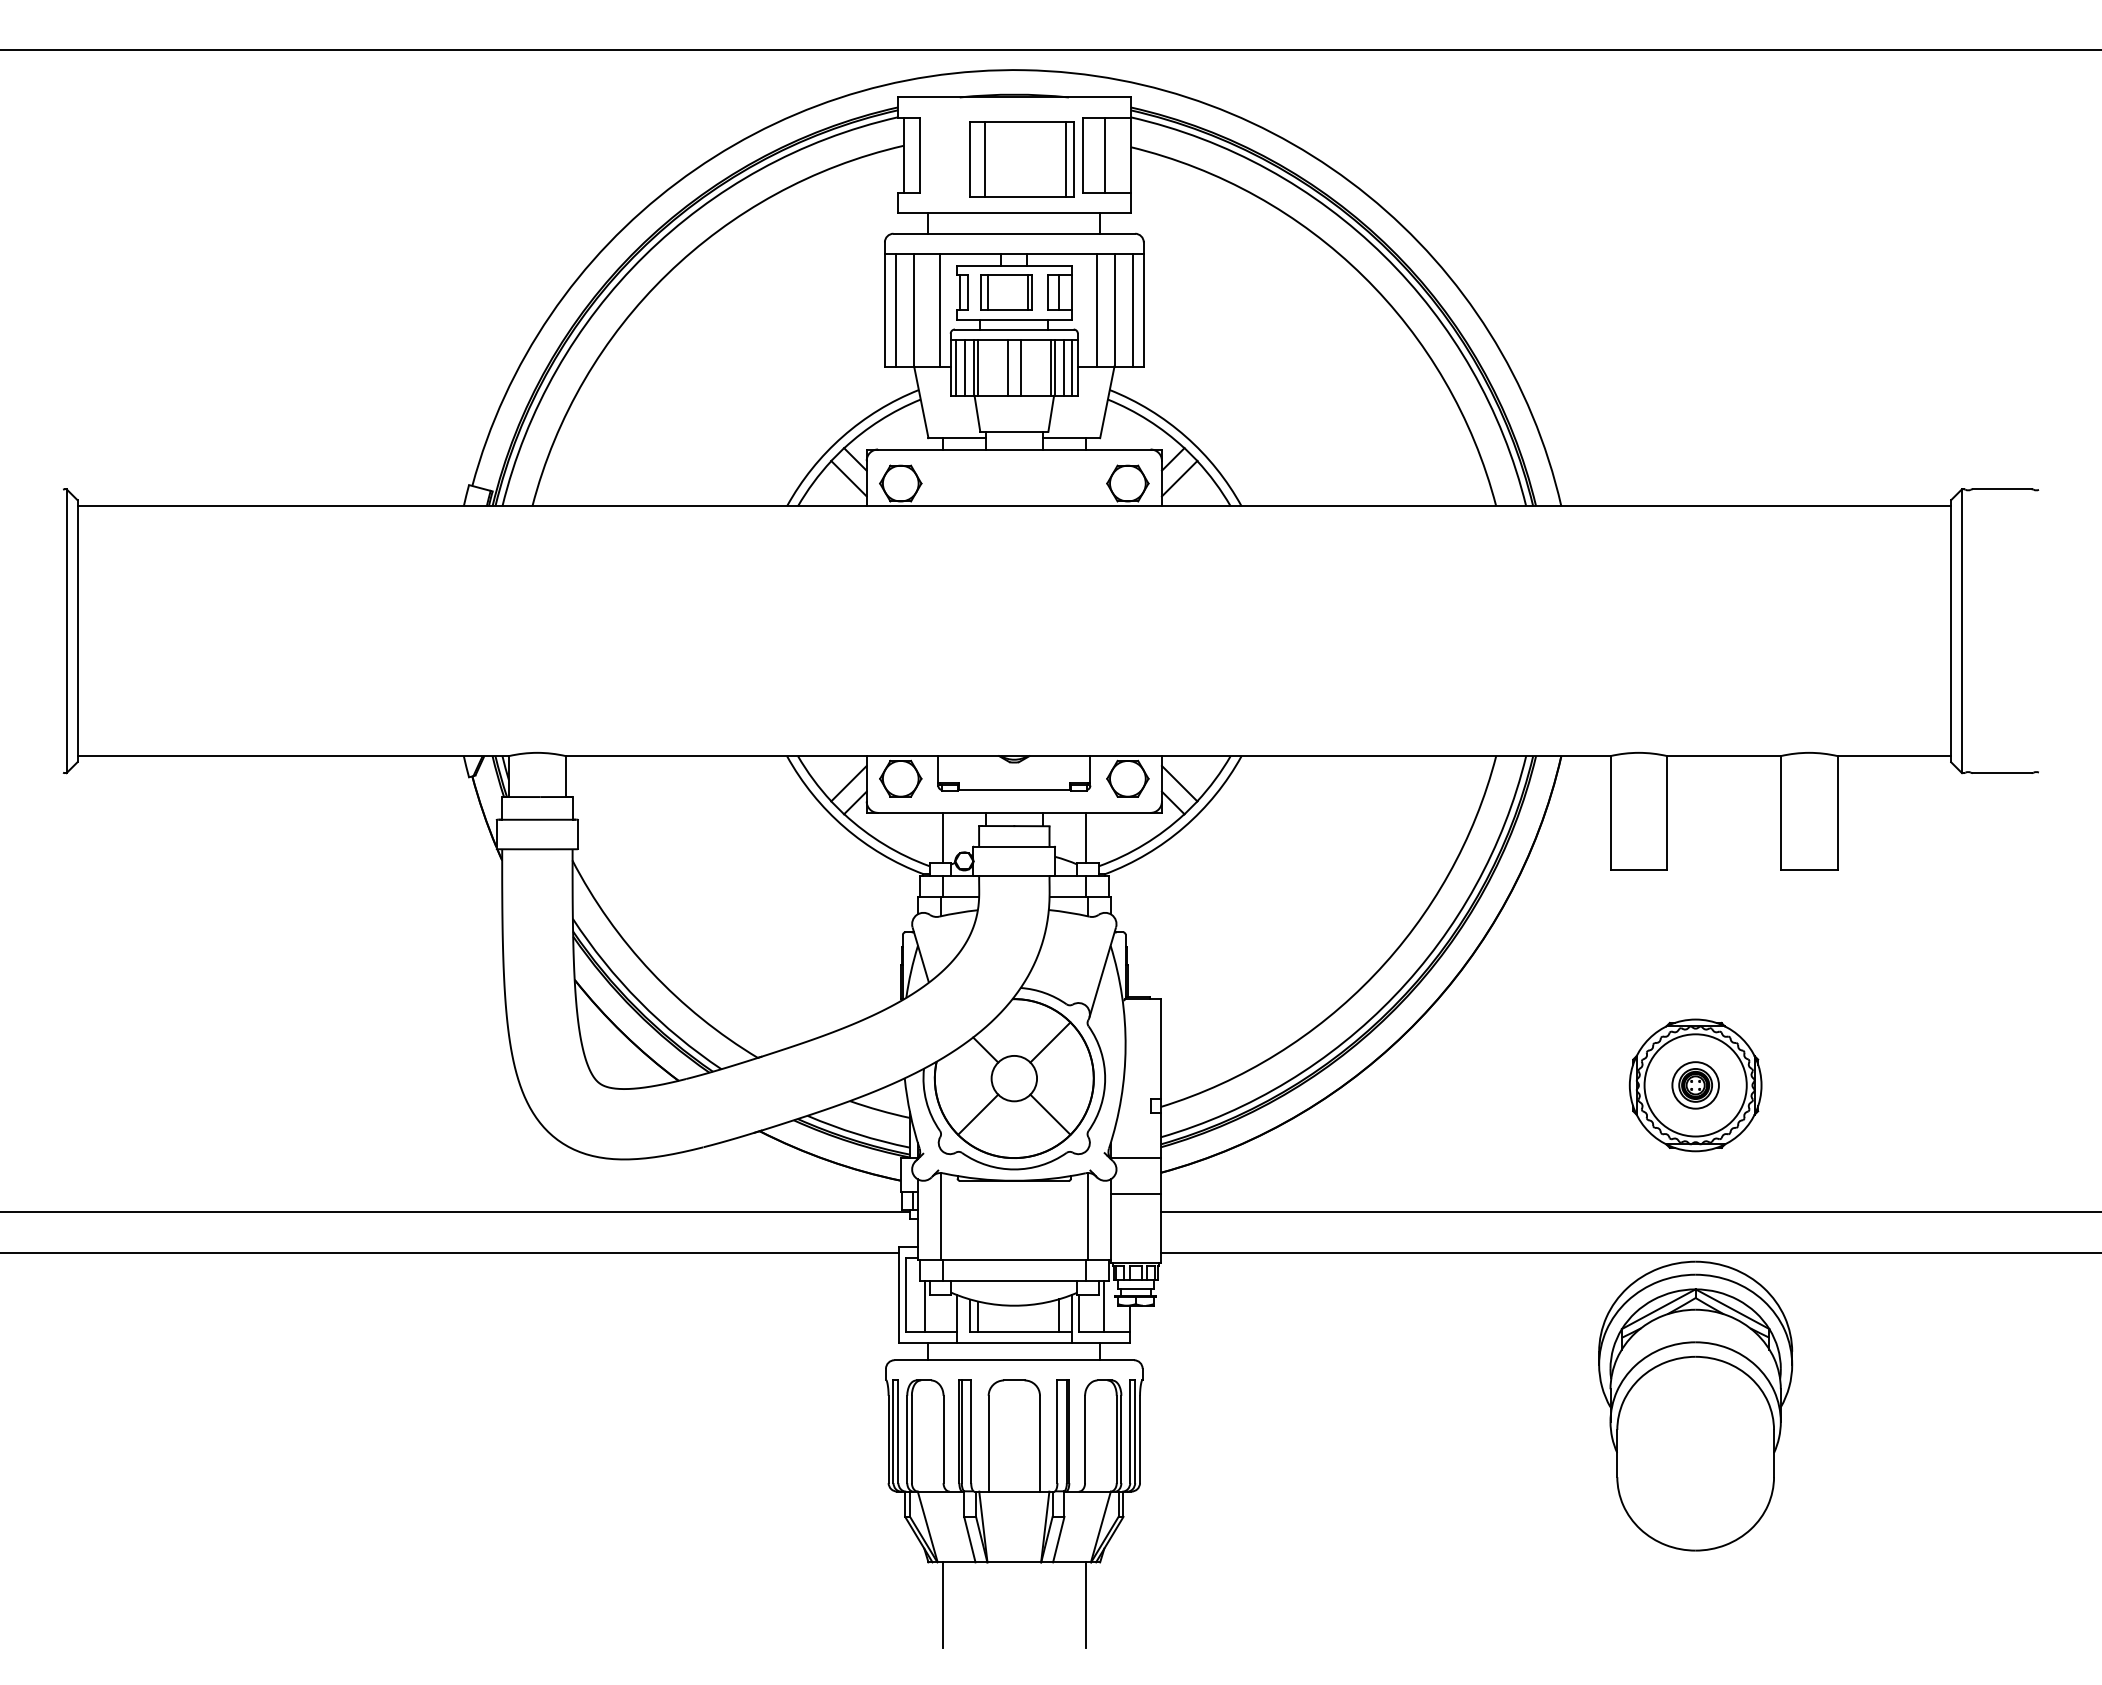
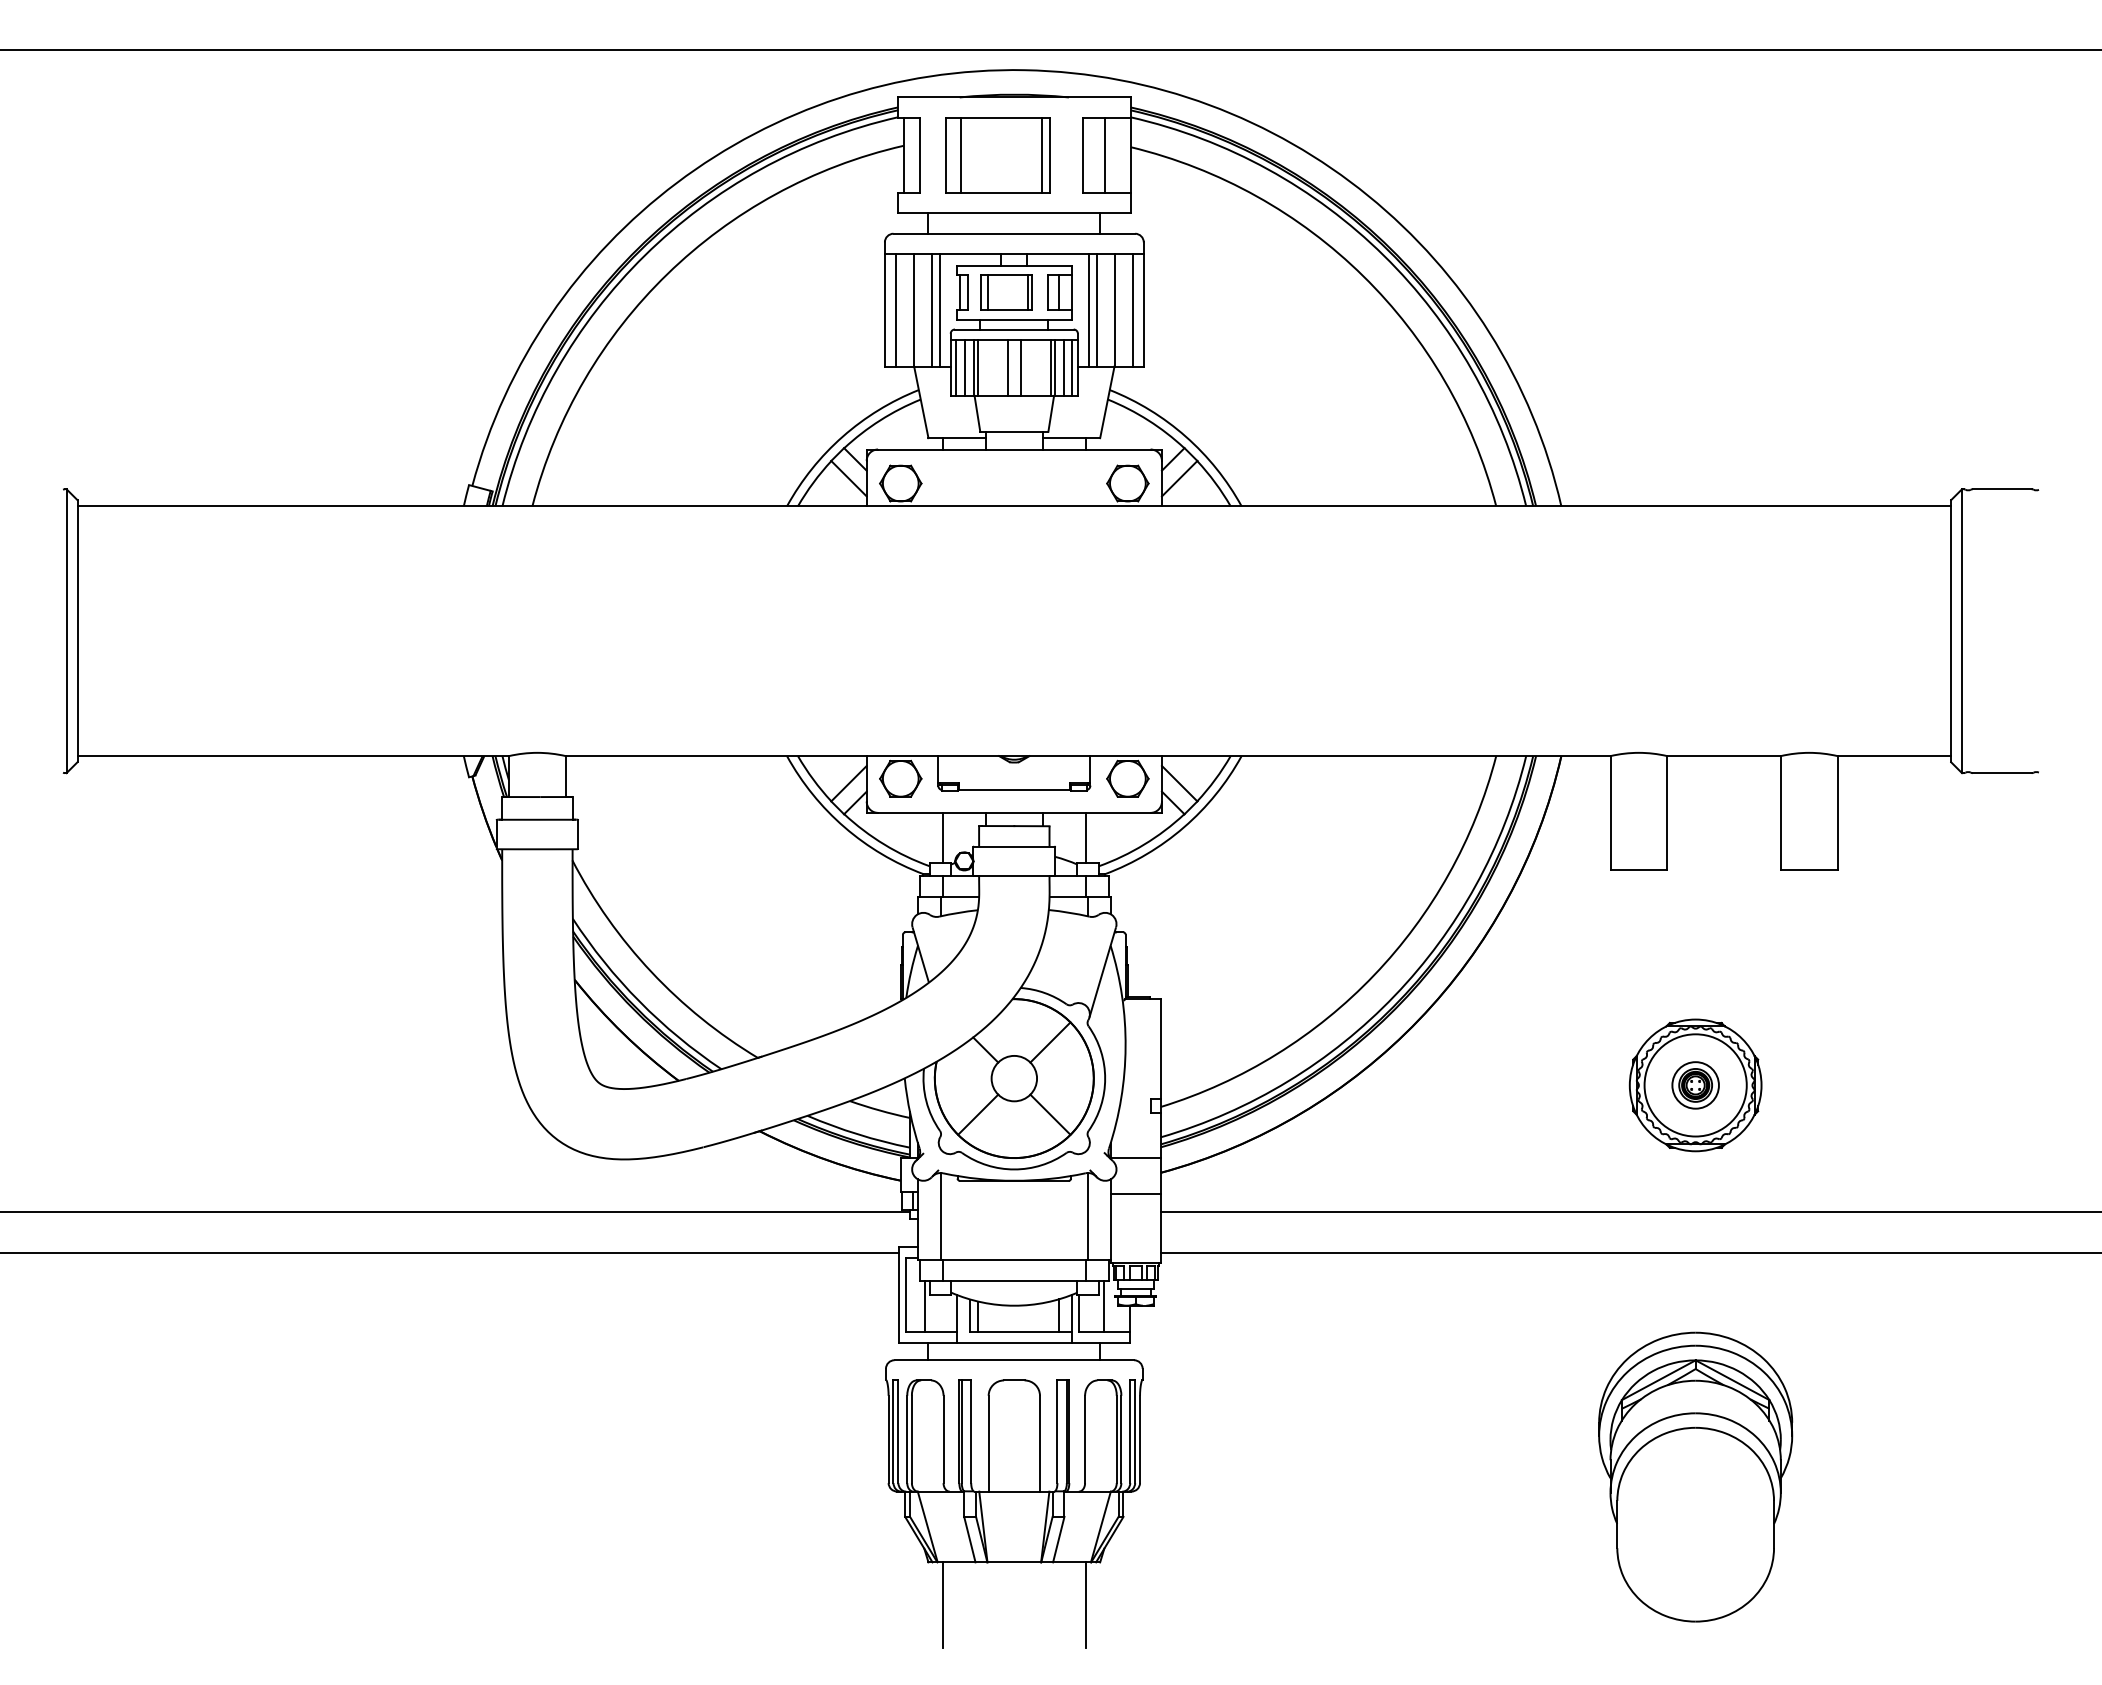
part at (1021, 159) position: (1021, 159) -> (997, 155)
line at (931, 310): none -> present
line at (1088, 310): none -> present
part at (1695, 1405) position: (1695, 1405) -> (1695, 1476)
